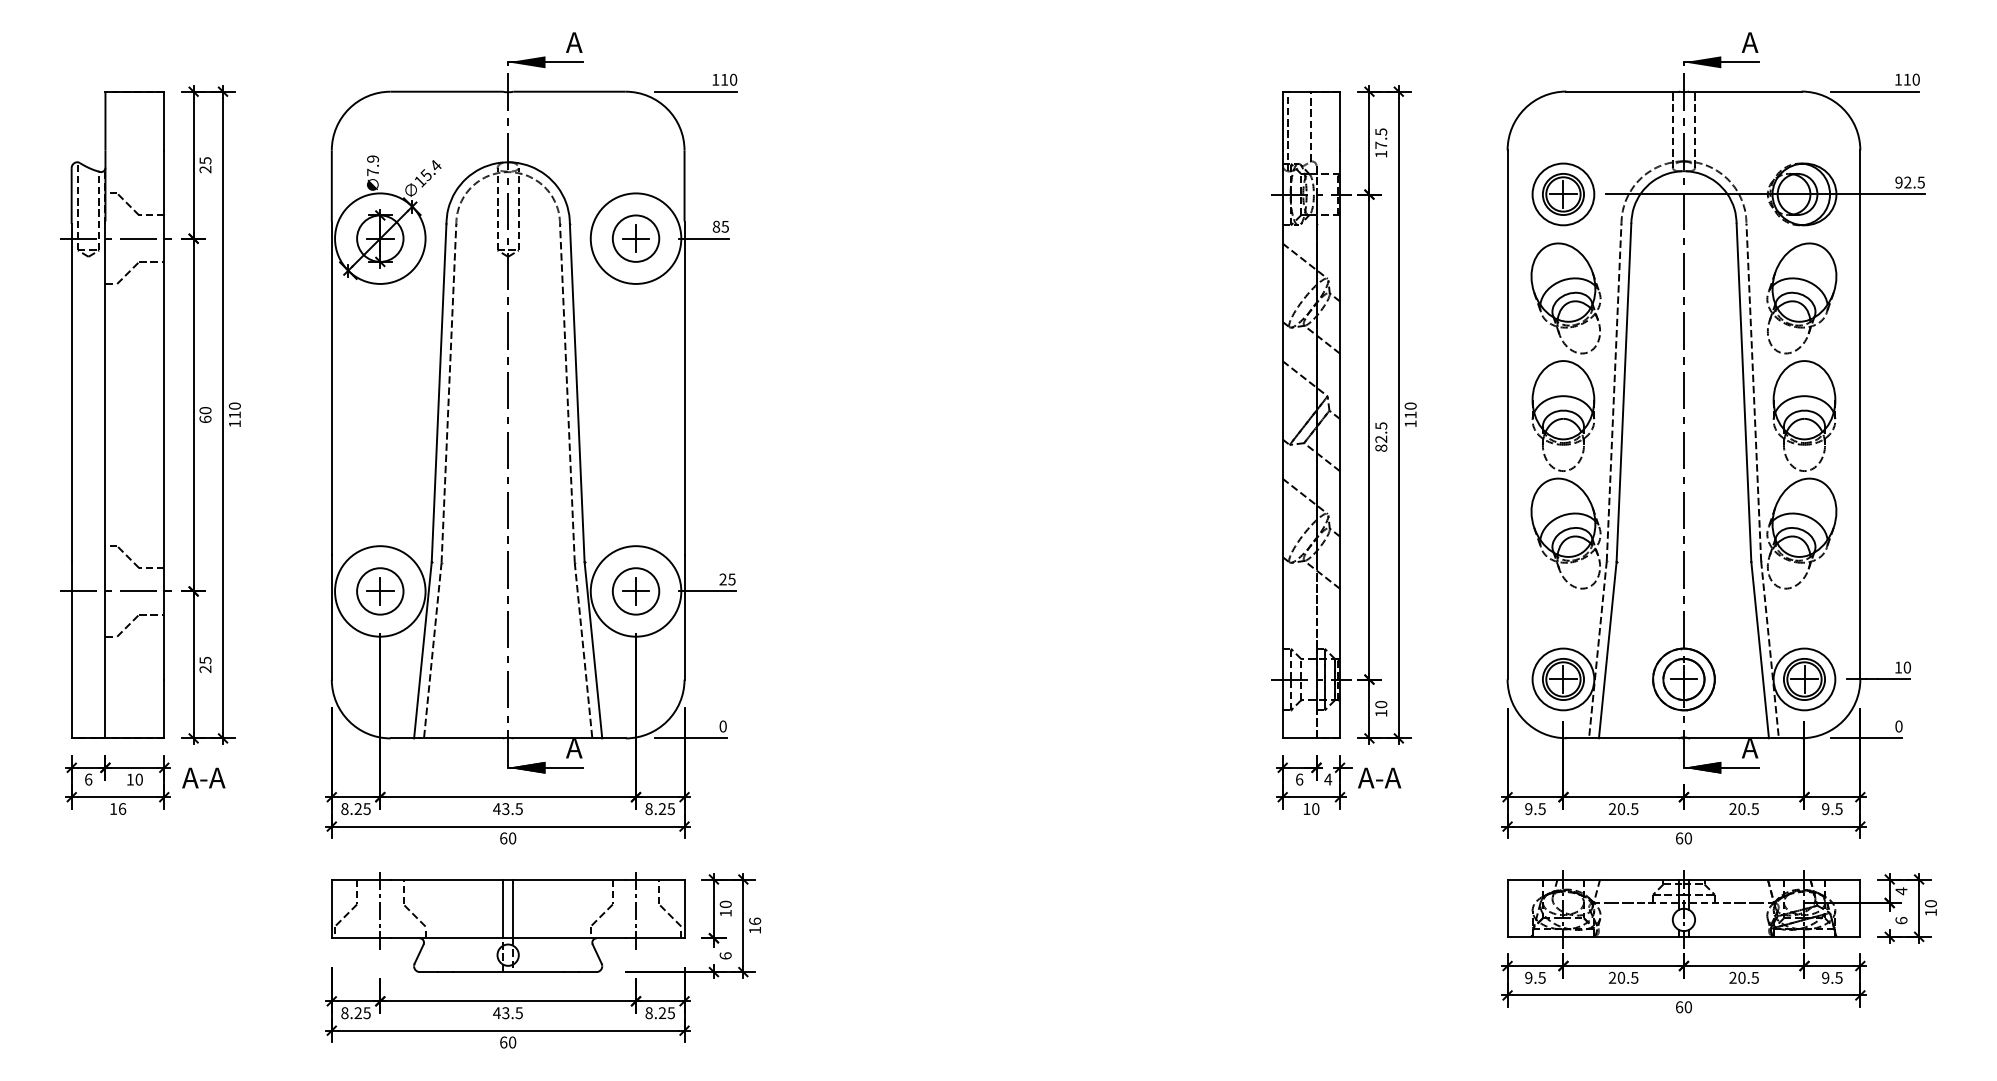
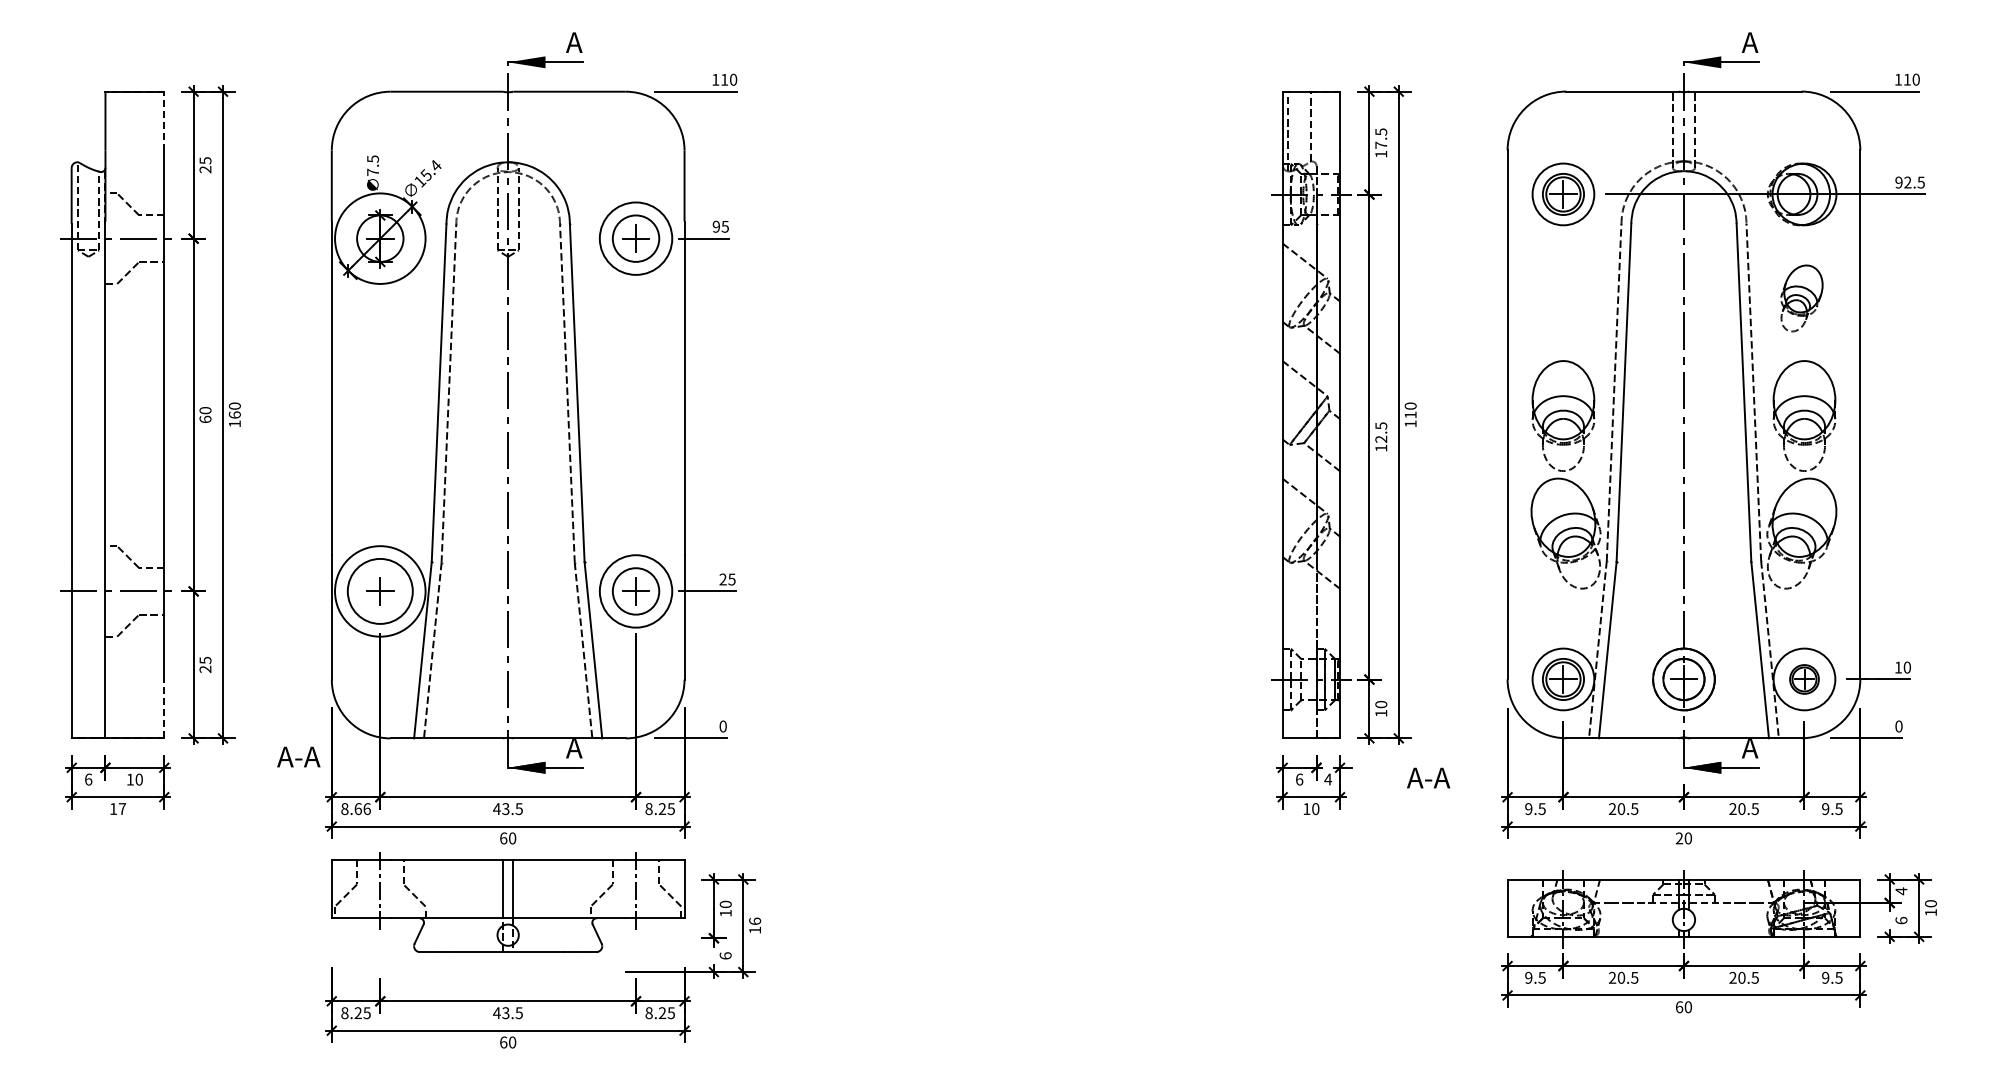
line at (164, 120): solid -> dashed
text at (372, 158): 7.9 -> 7.5
text at (716, 226): 85 -> 95
circle at (635, 238) diameter: 91 px -> 72 px
part at (1565, 298): present -> none
part at (1801, 298) size: 72x113 px -> 44x69 px
text at (234, 414): 110 -> 160
text at (1381, 447): 82.5 -> 12.5
circle at (380, 591) diameter: 46 px -> 65 px
circle at (635, 591) diameter: 91 px -> 72 px
part at (1804, 679) size: 43x43 px -> 31x31 px
line at (164, 708): solid -> dashed
text at (203, 777) position: (203, 777) -> (298, 756)
text at (1379, 777) position: (1379, 777) -> (1428, 777)
text at (122, 808): 16 -> 17
text at (362, 809): 8.25 -> 8.66
text at (1679, 838): 60 -> 20
part at (508, 922) position: (508, 922) -> (508, 902)
